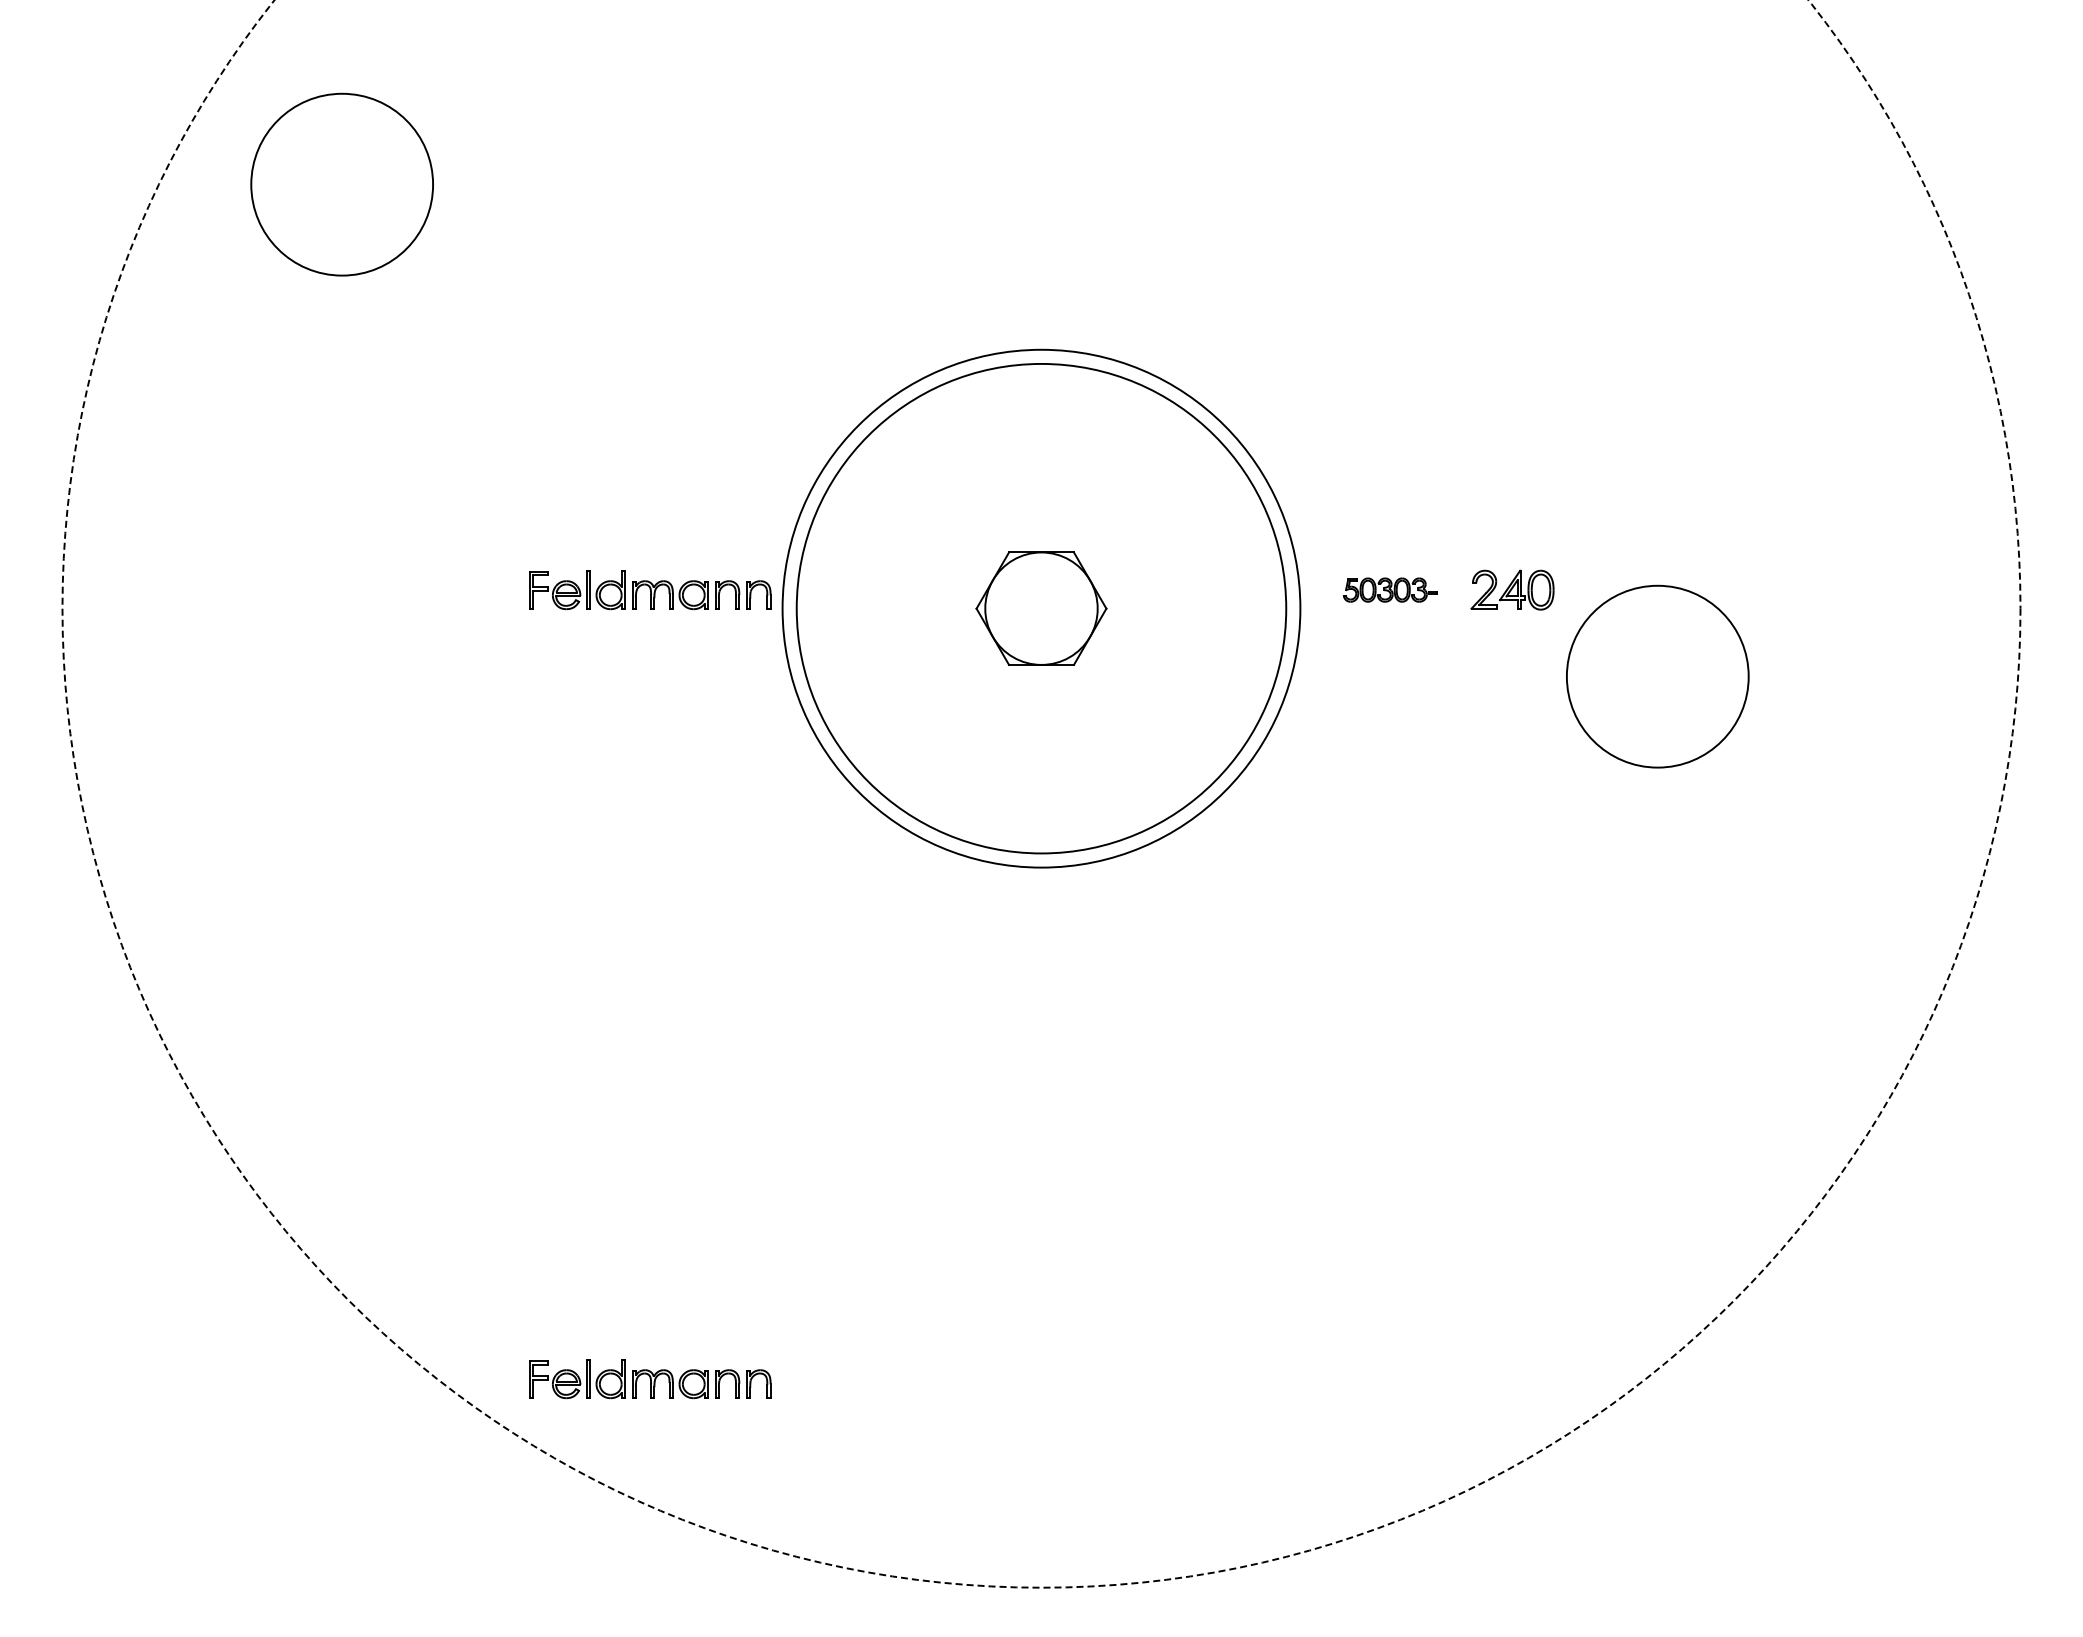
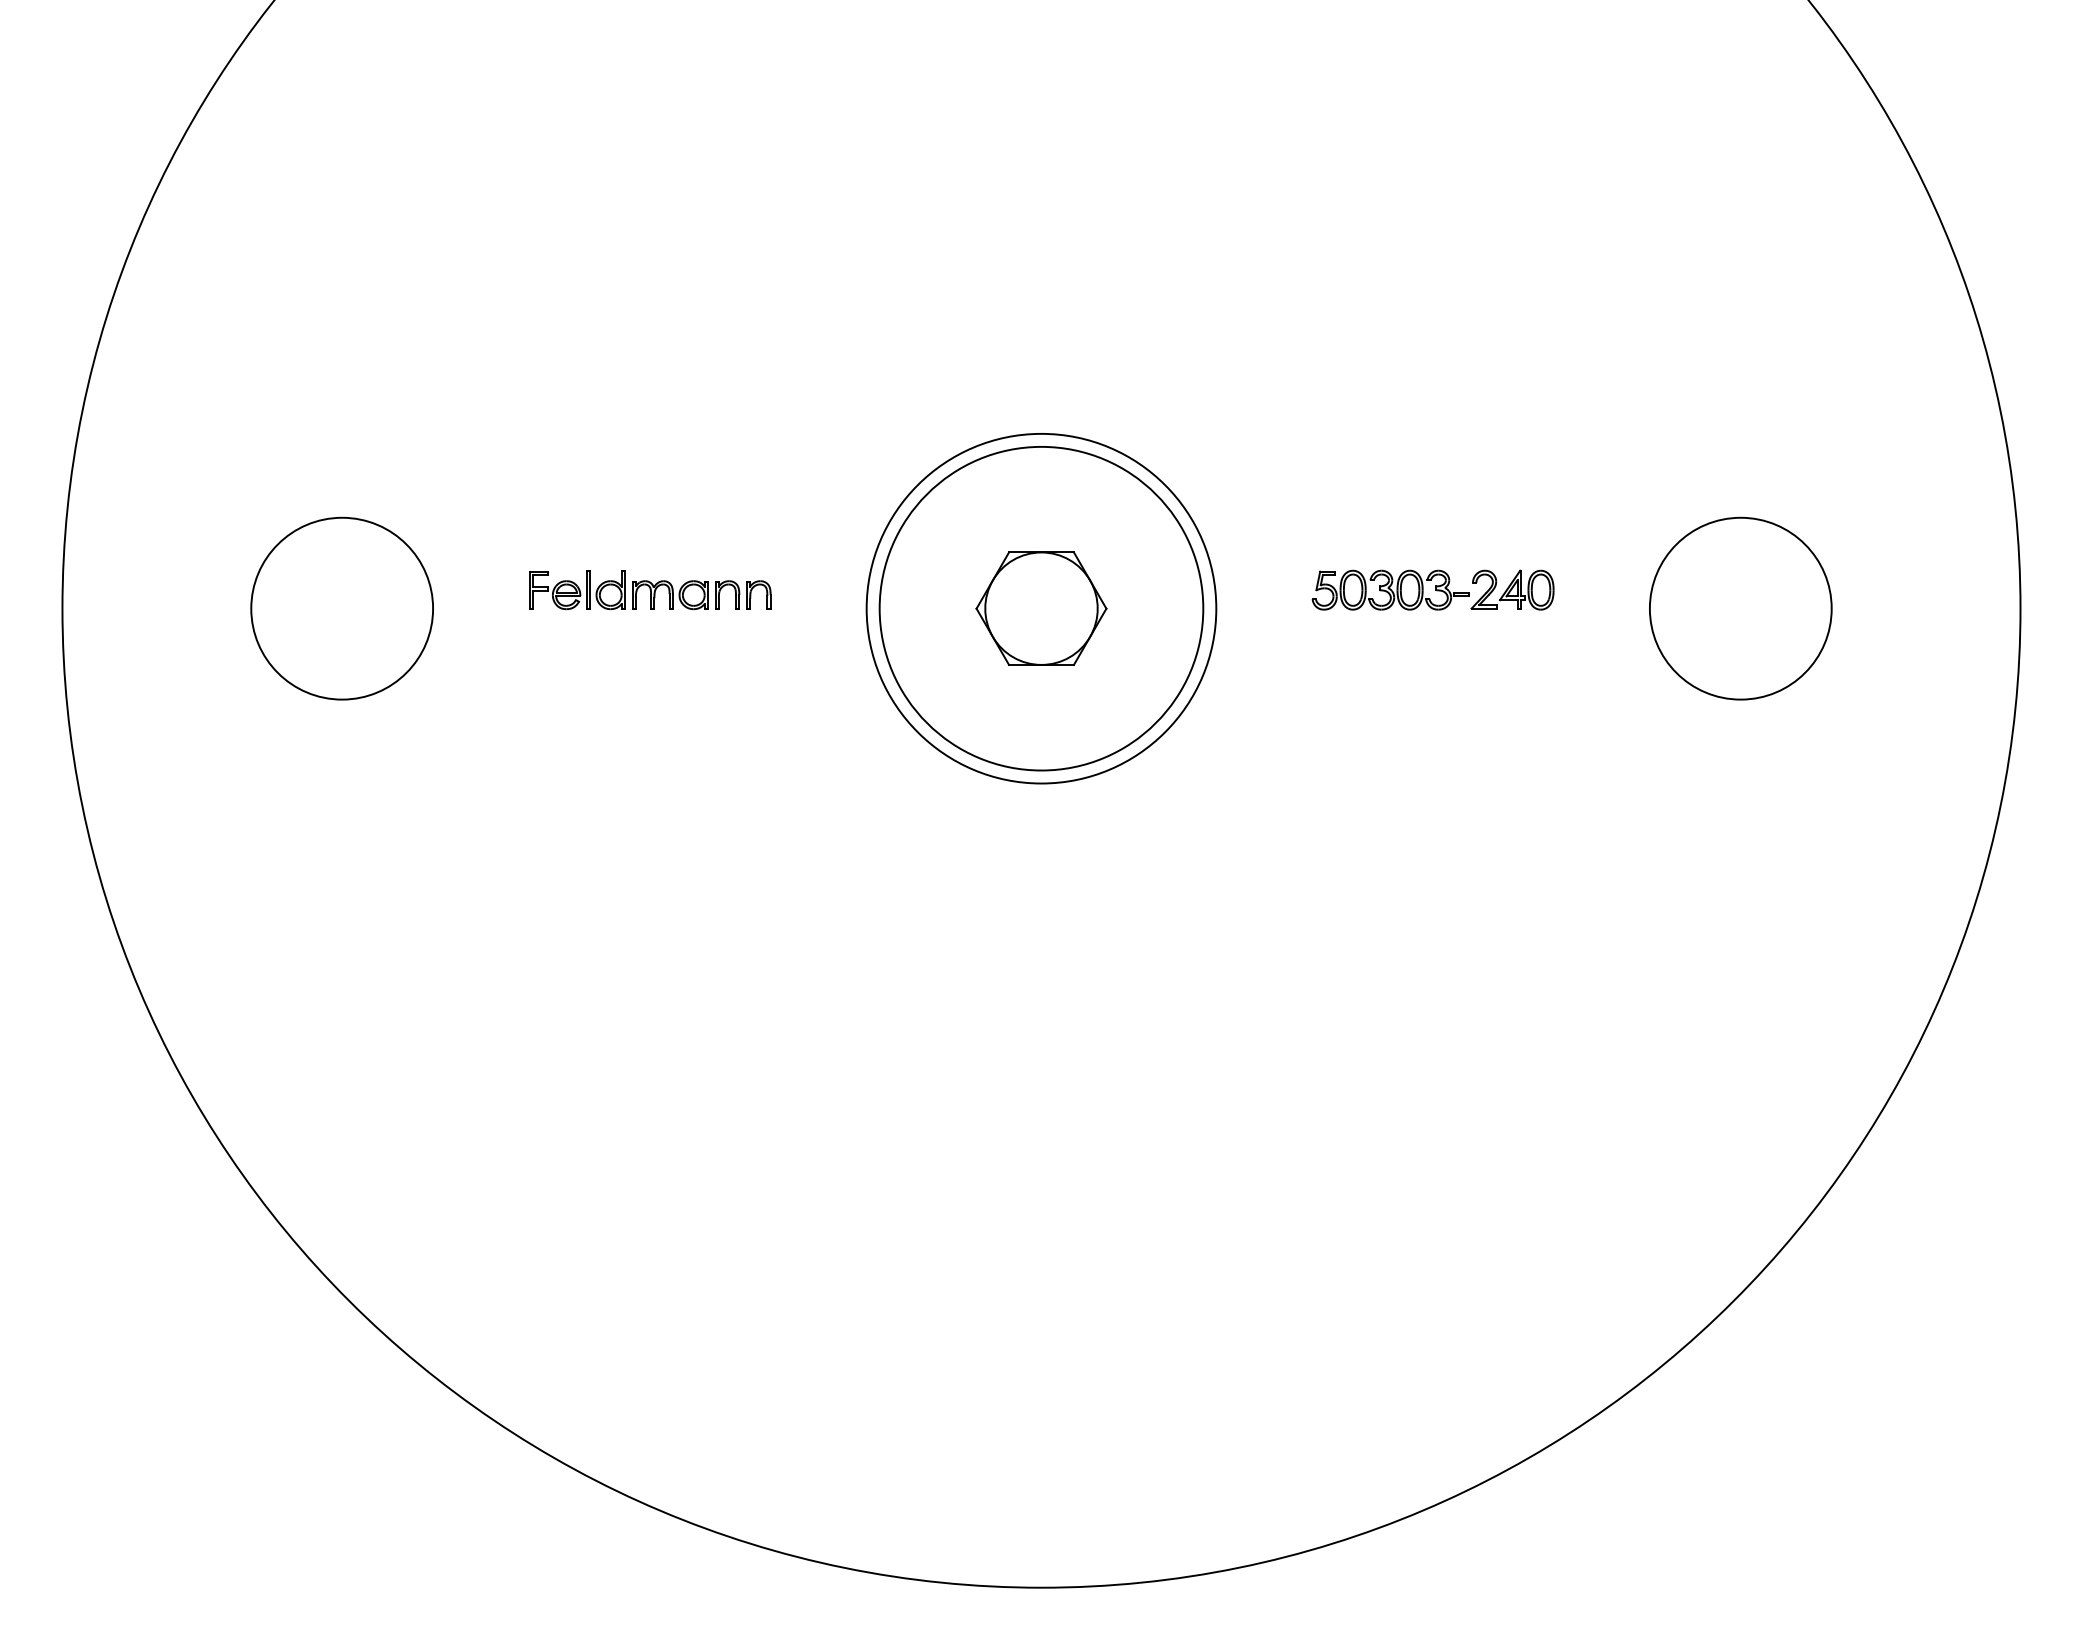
circle at (341, 184) position: (341, 184) -> (341, 608)
part at (1390, 589) size: 95x26 px -> 159x42 px
circle at (1041, 608) diameter: 490 px -> 350 px
circle at (1041, 608) diameter: 518 px -> 324 px
circle at (1657, 676) position: (1657, 676) -> (1740, 608)
circle at (1041, 793): dashed -> solid
part at (650, 1379): present -> none
